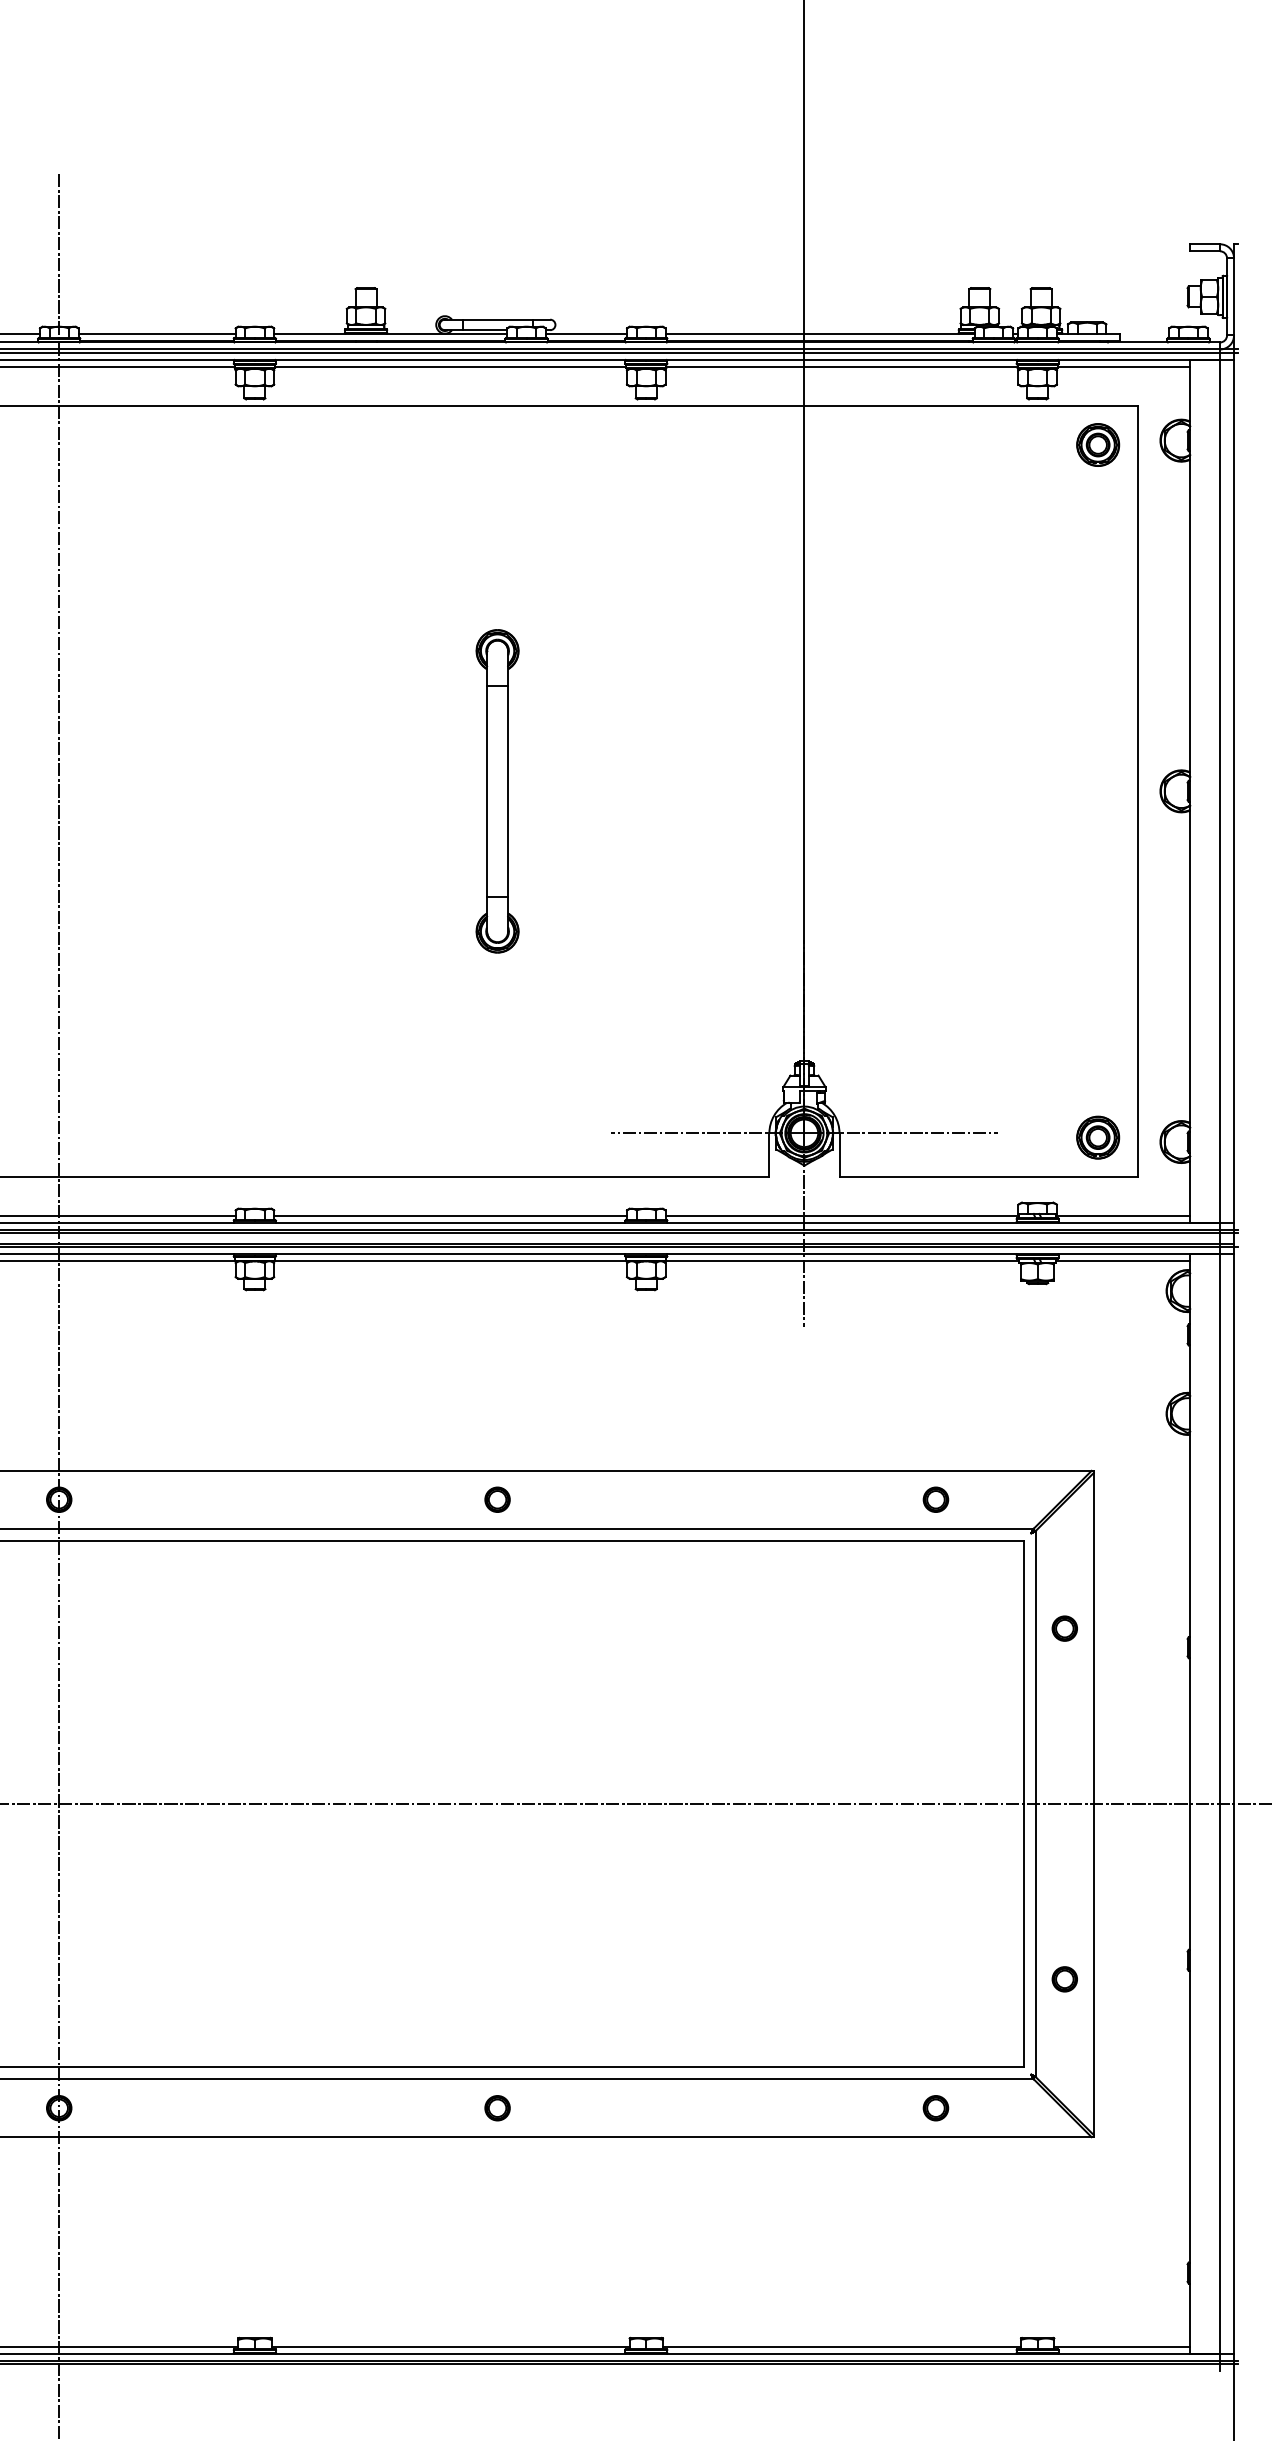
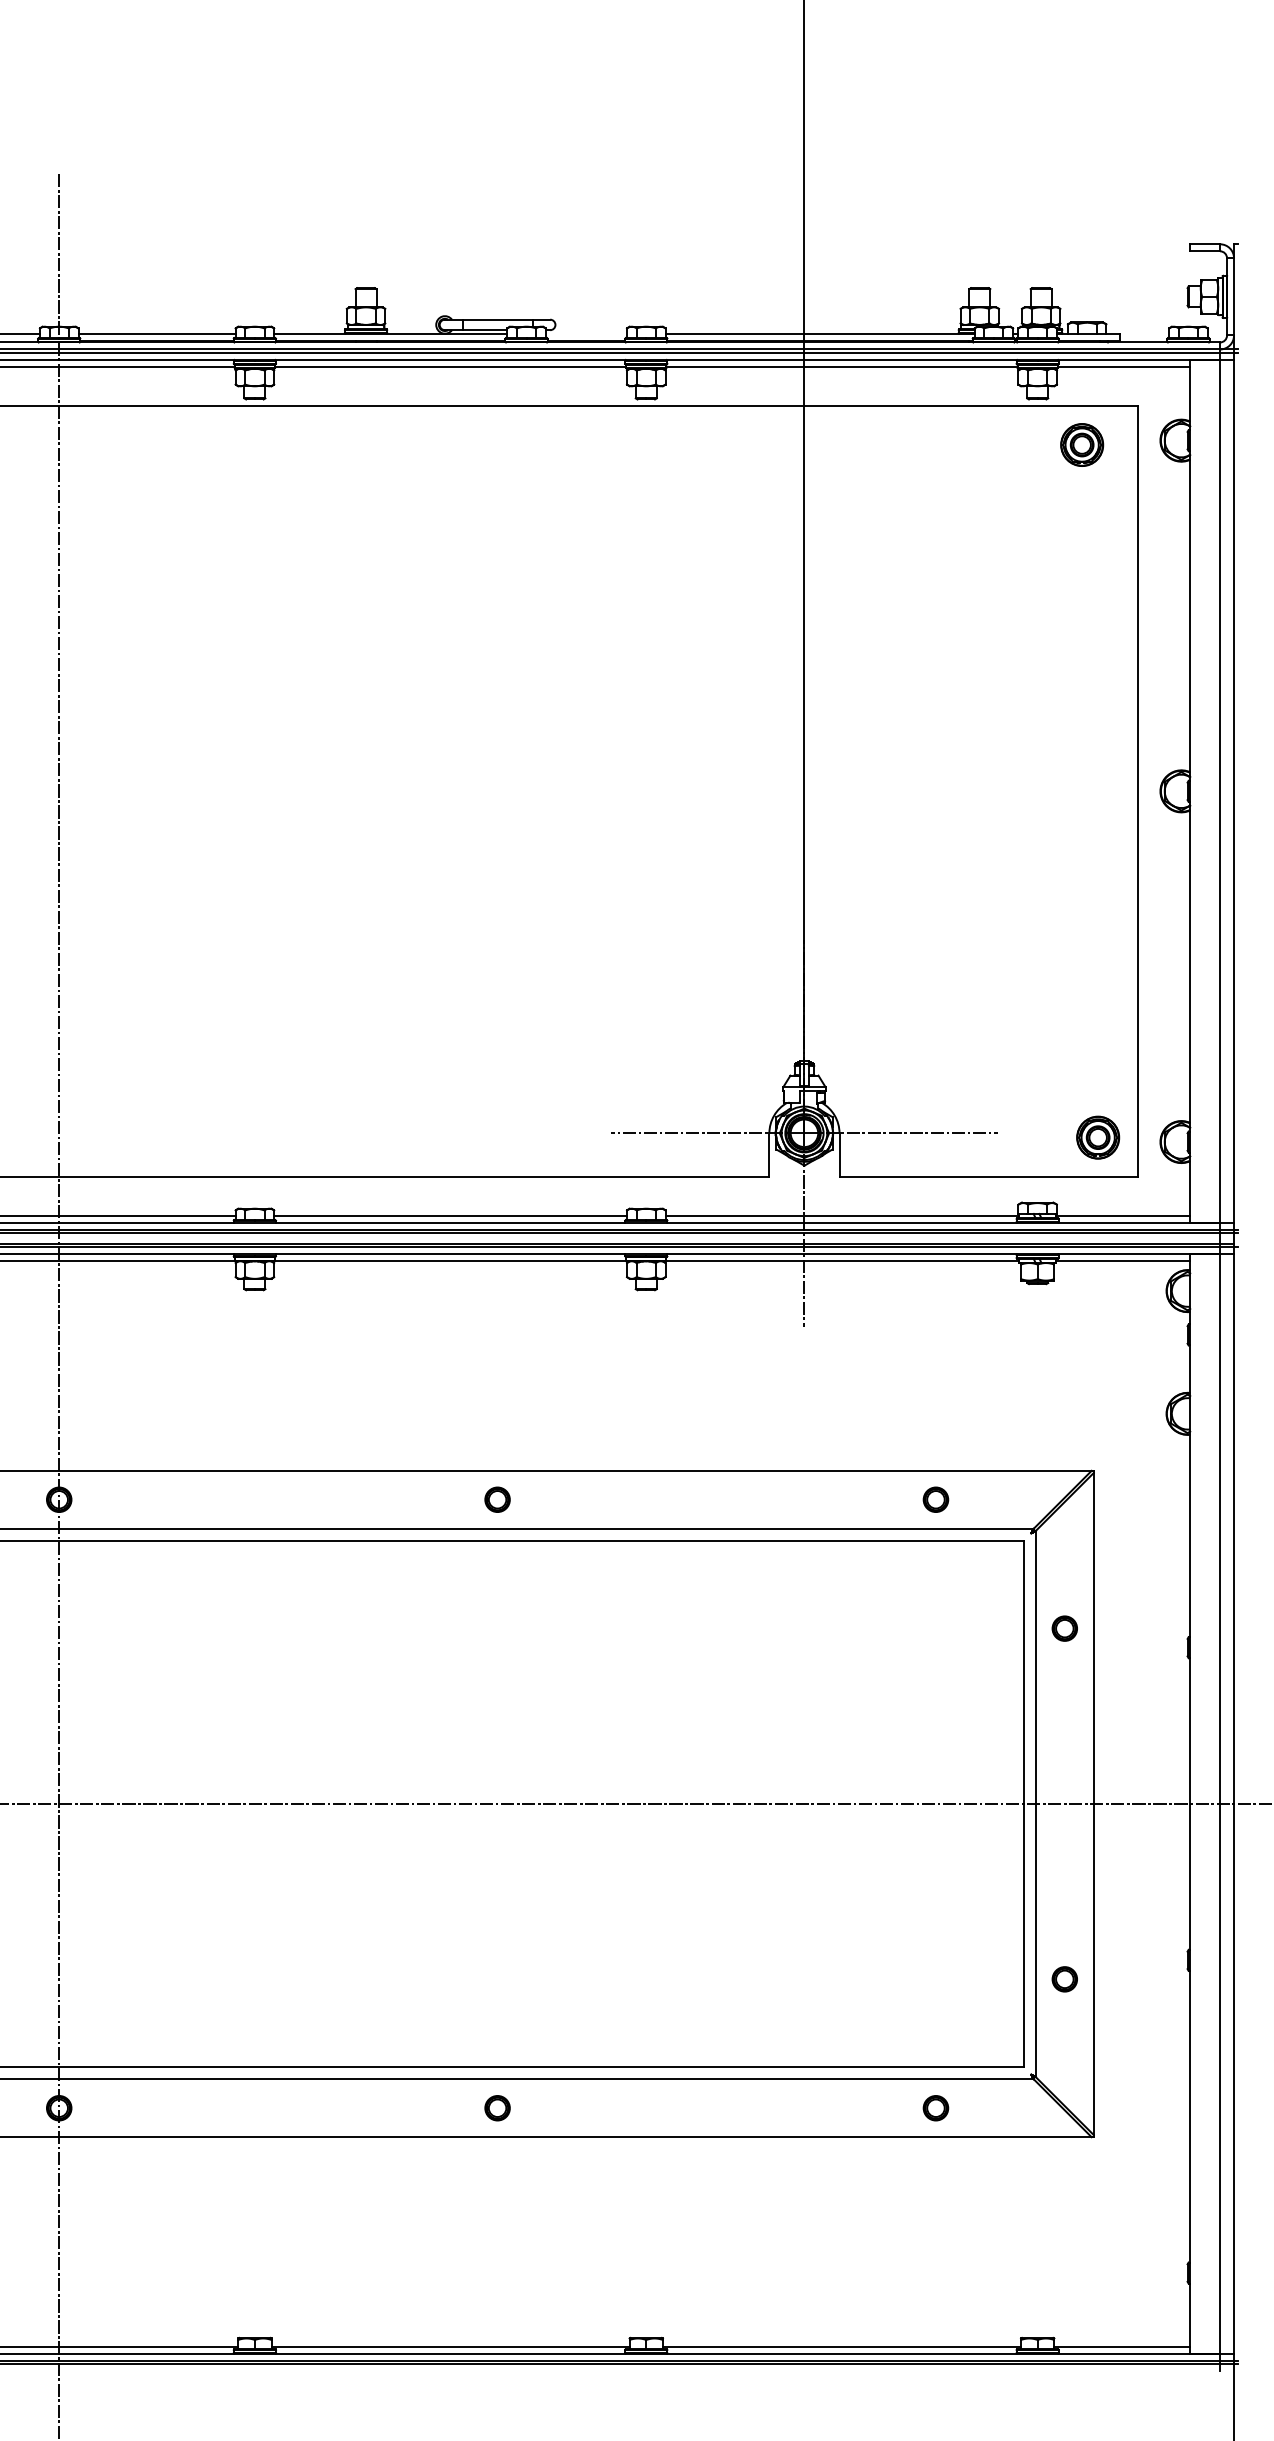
line at (586, 333): present -> none
part at (1098, 444) position: (1098, 444) -> (1082, 444)
part at (497, 791): present -> none
